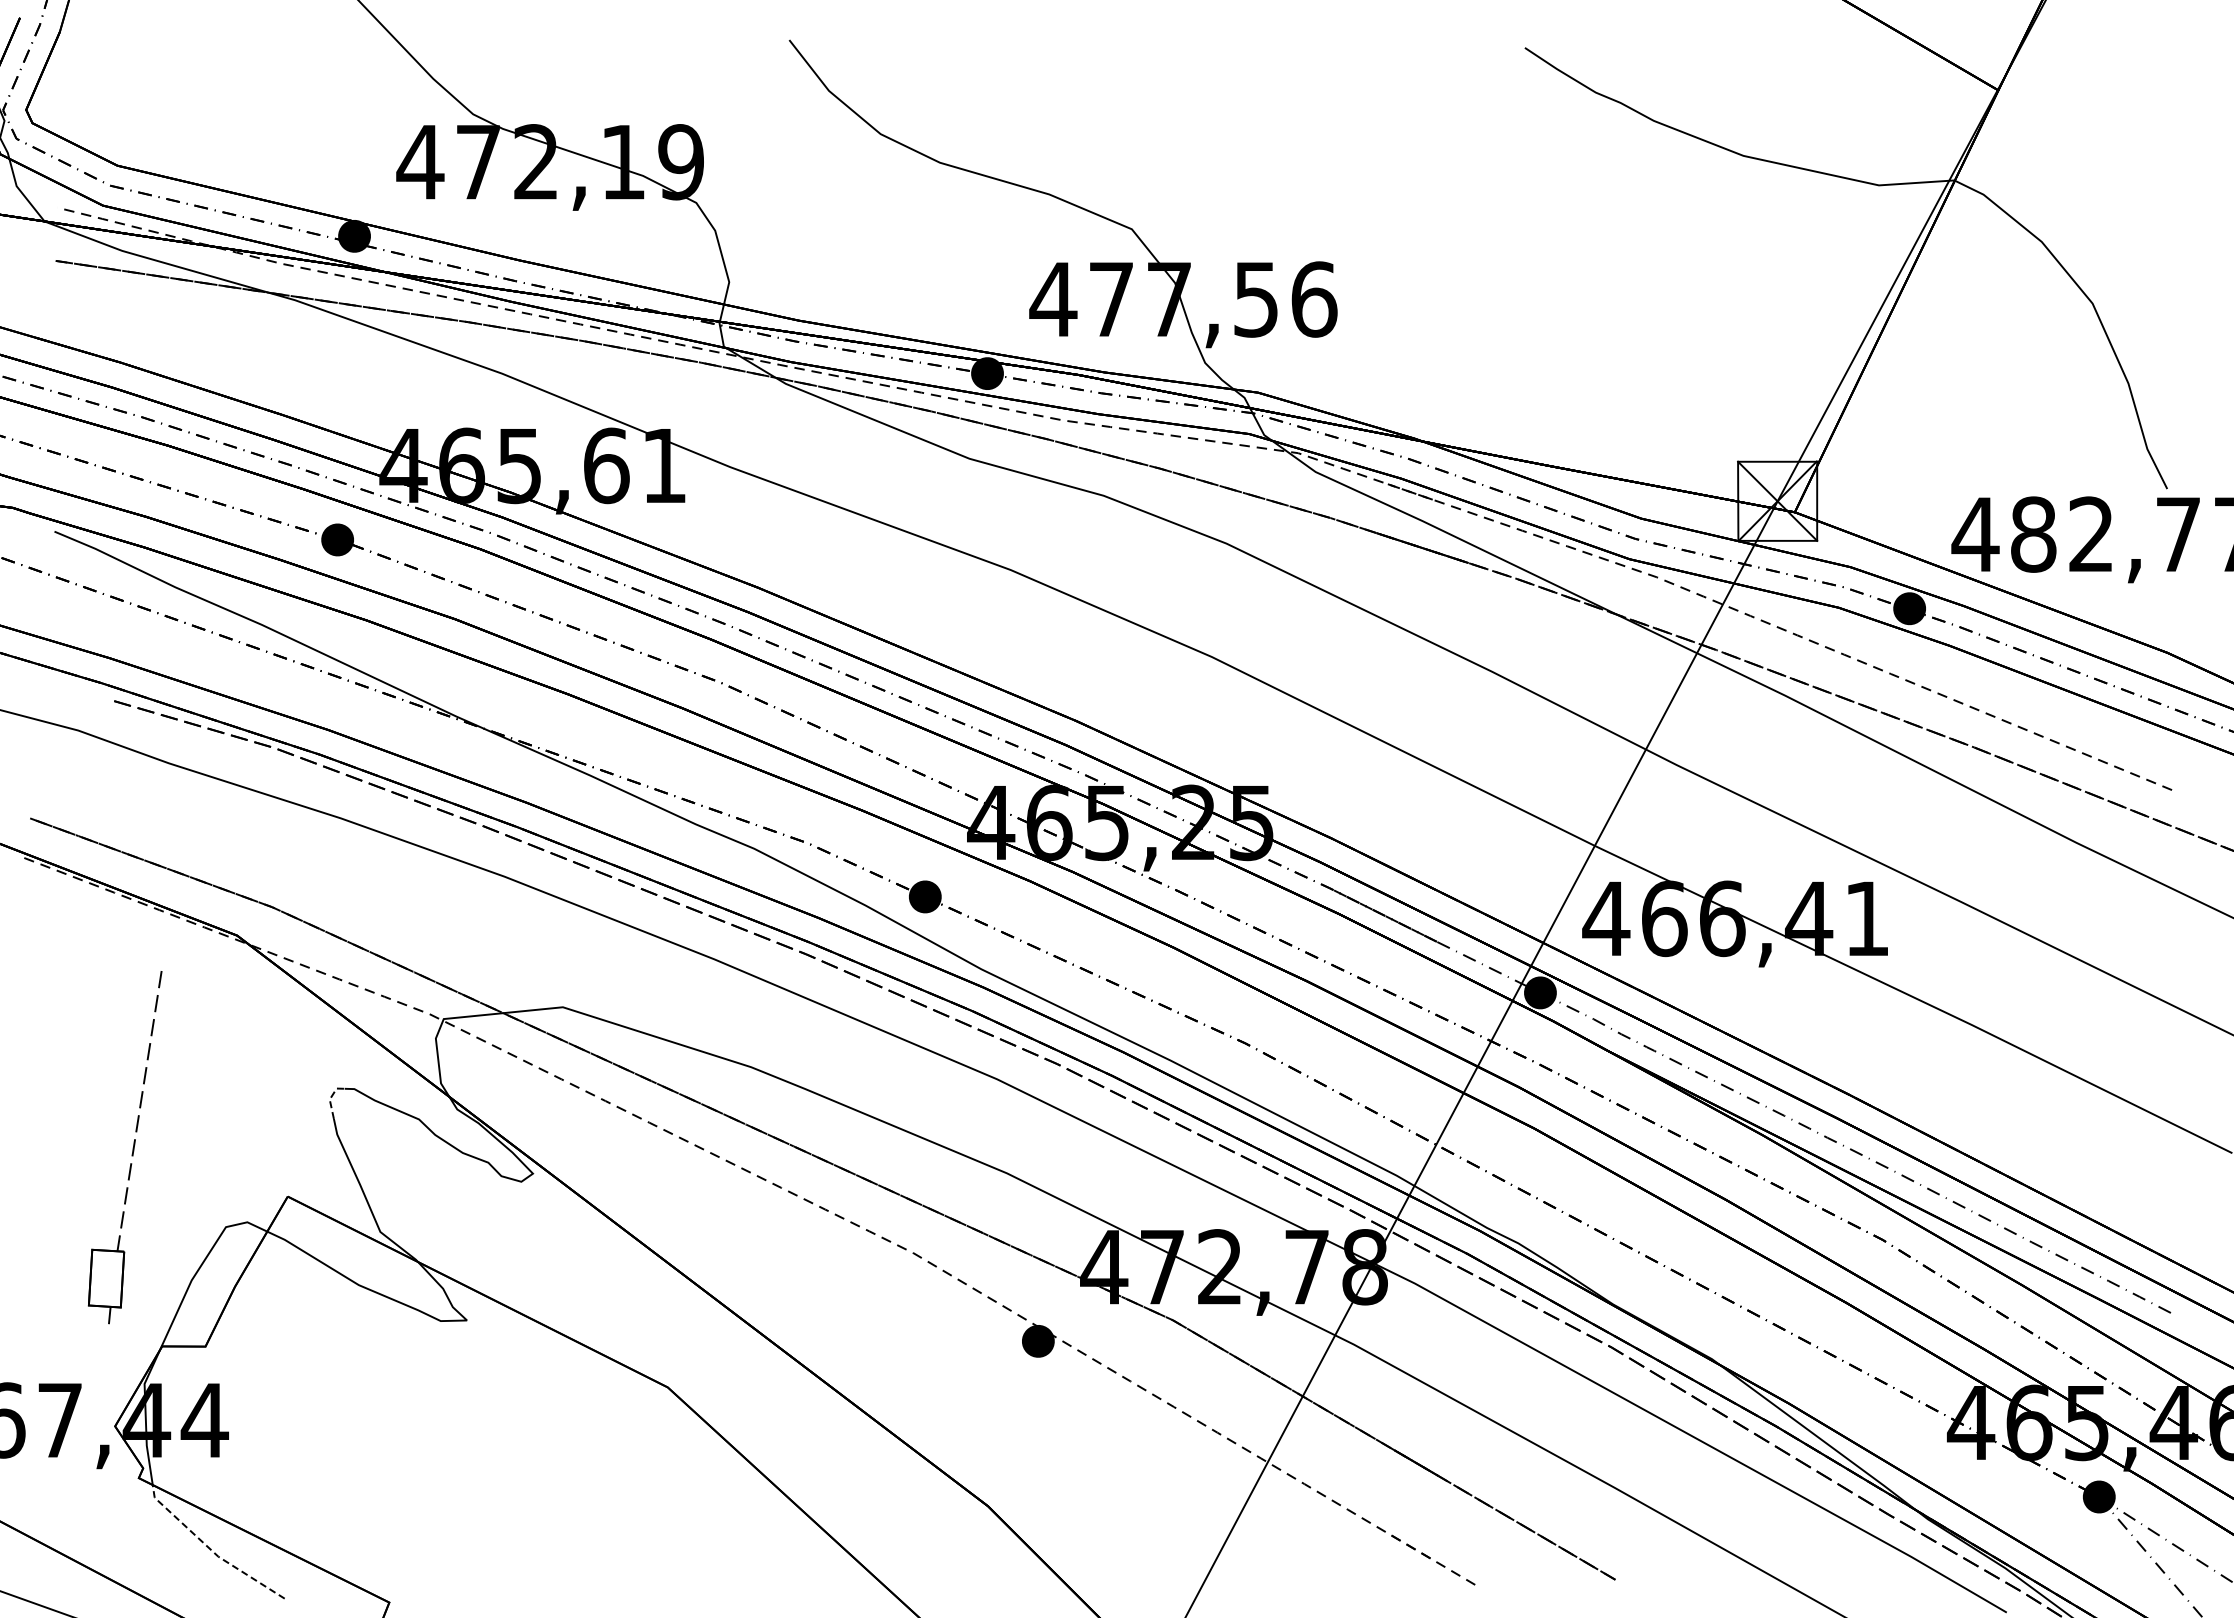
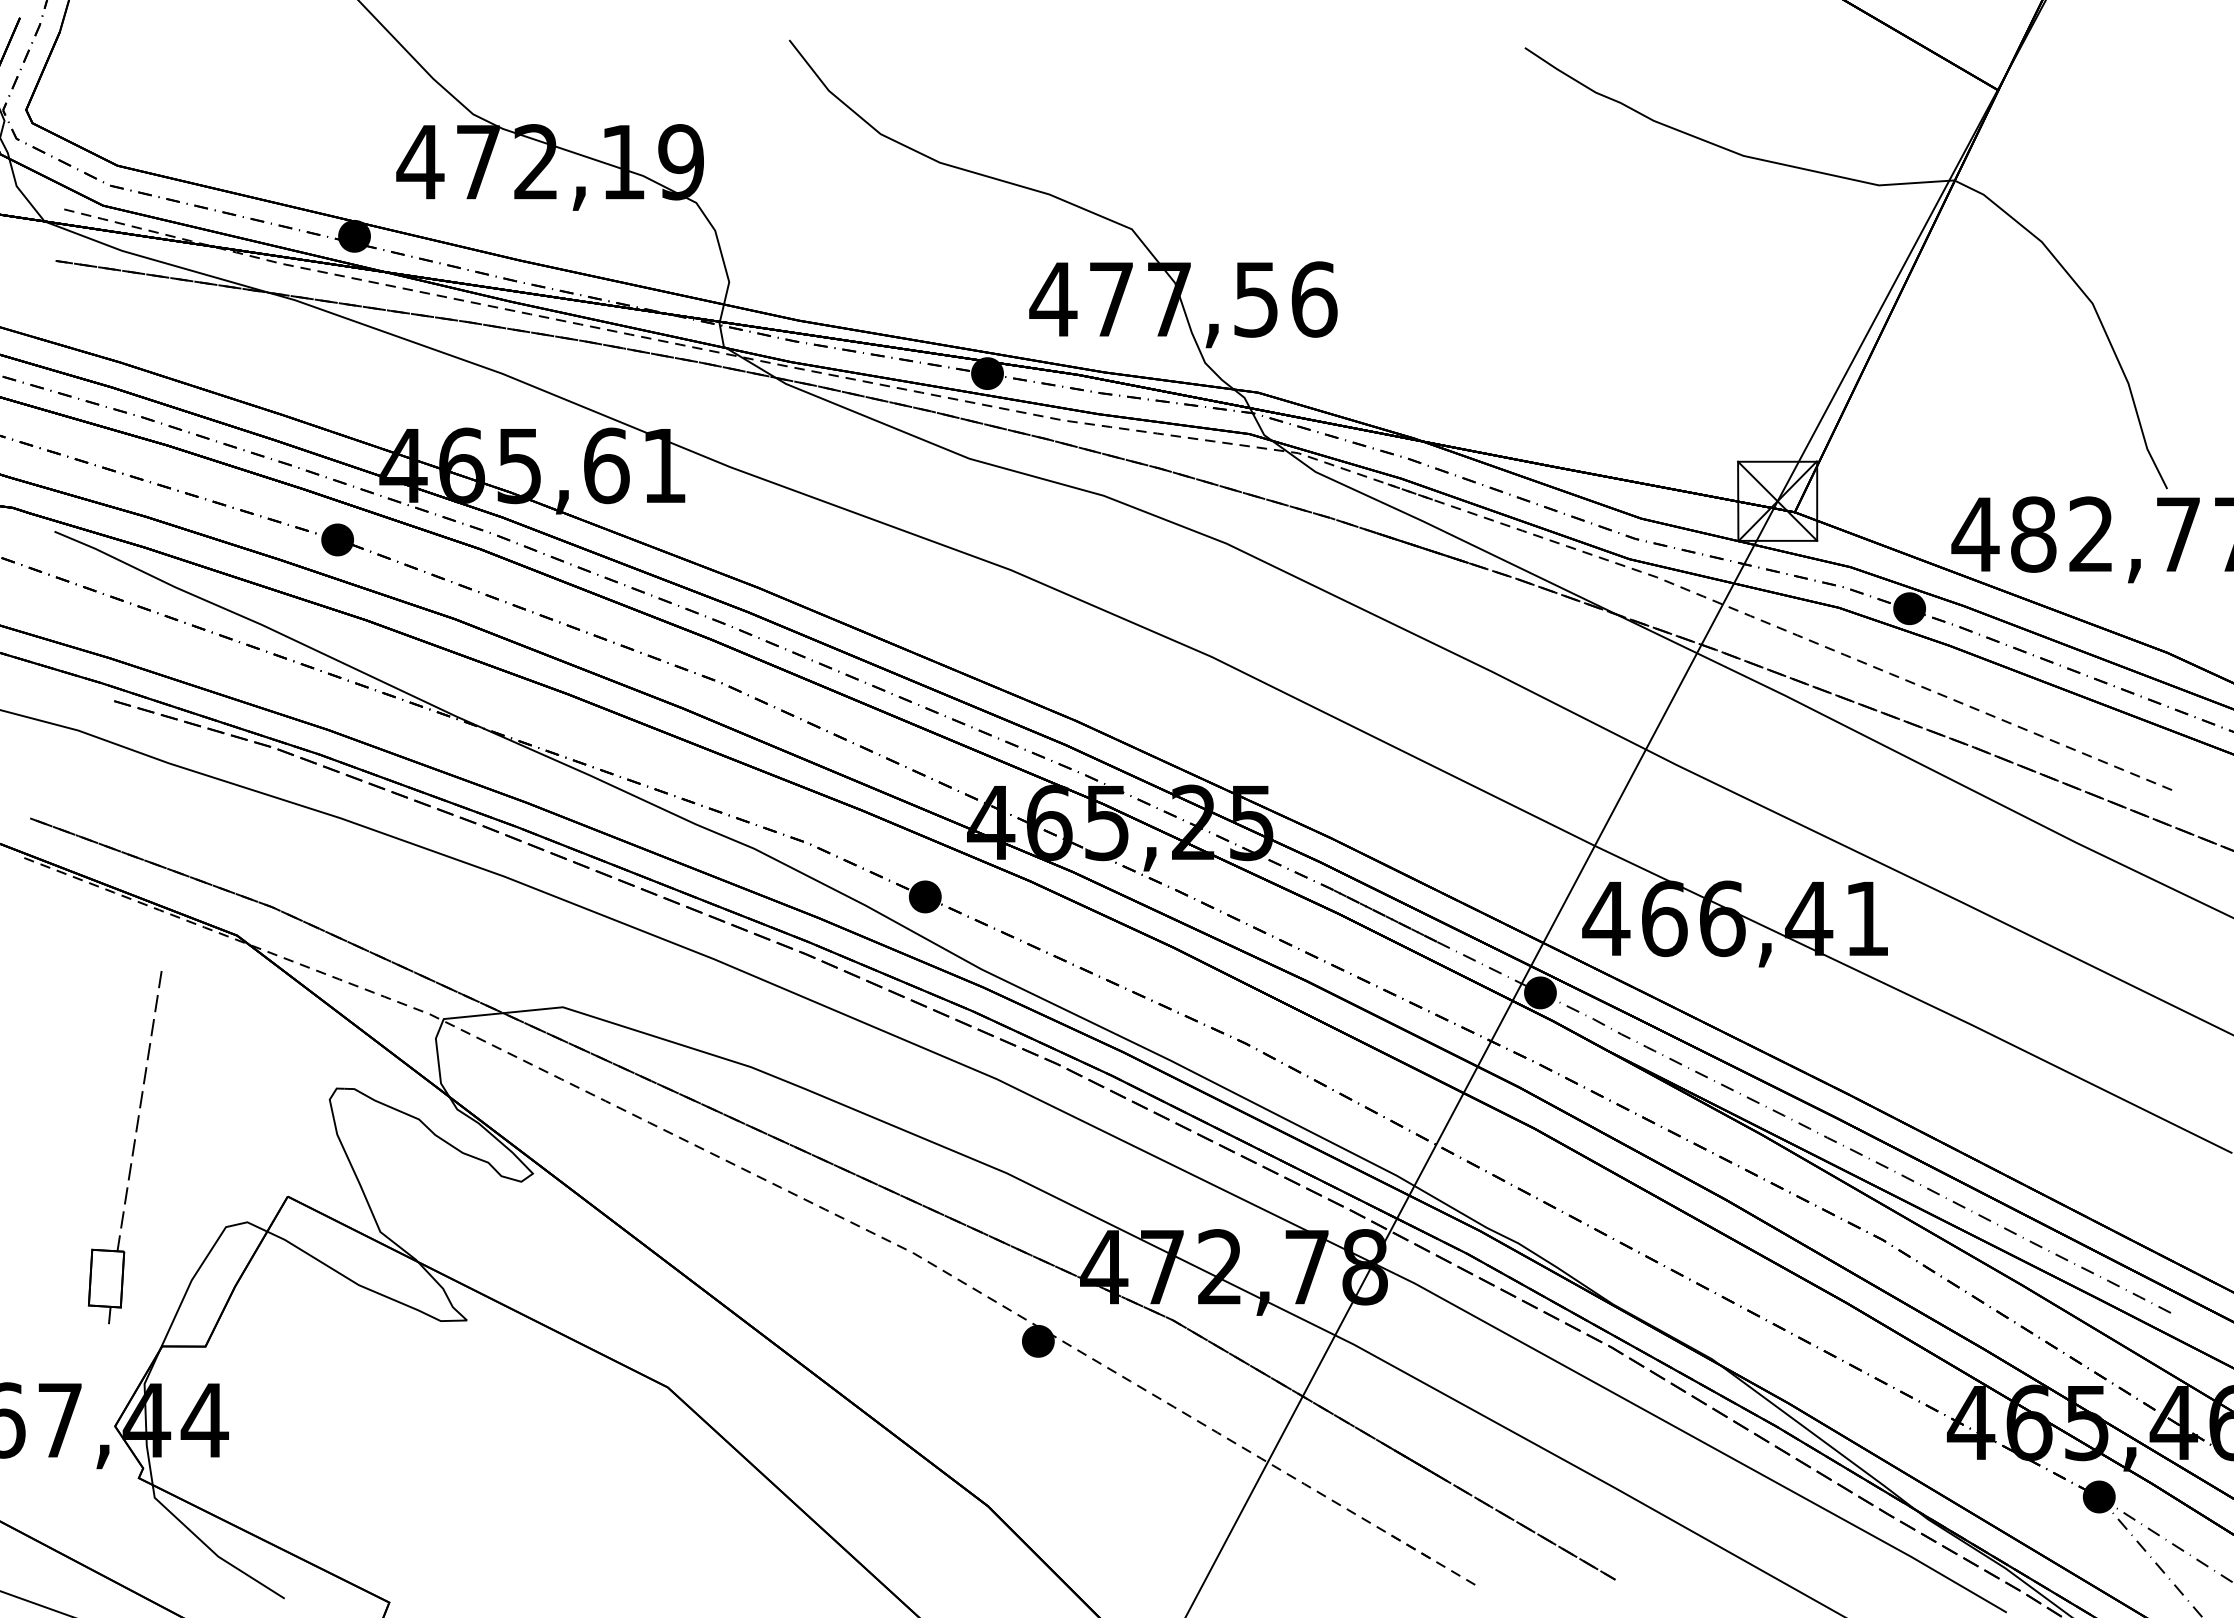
line at (330, 1098): dashed -> solid
line at (210, 1549): dashed -> solid
